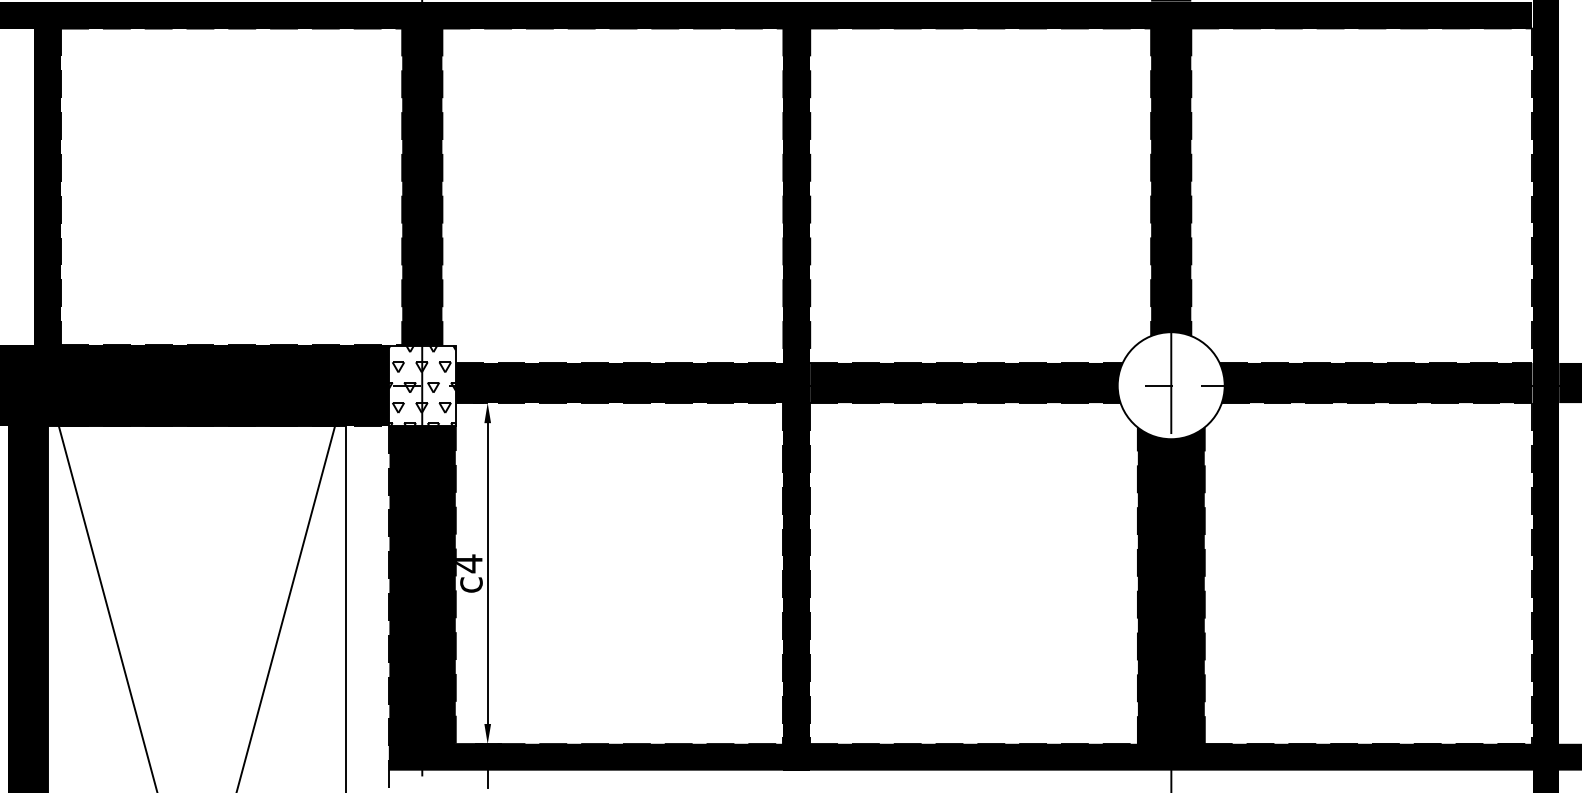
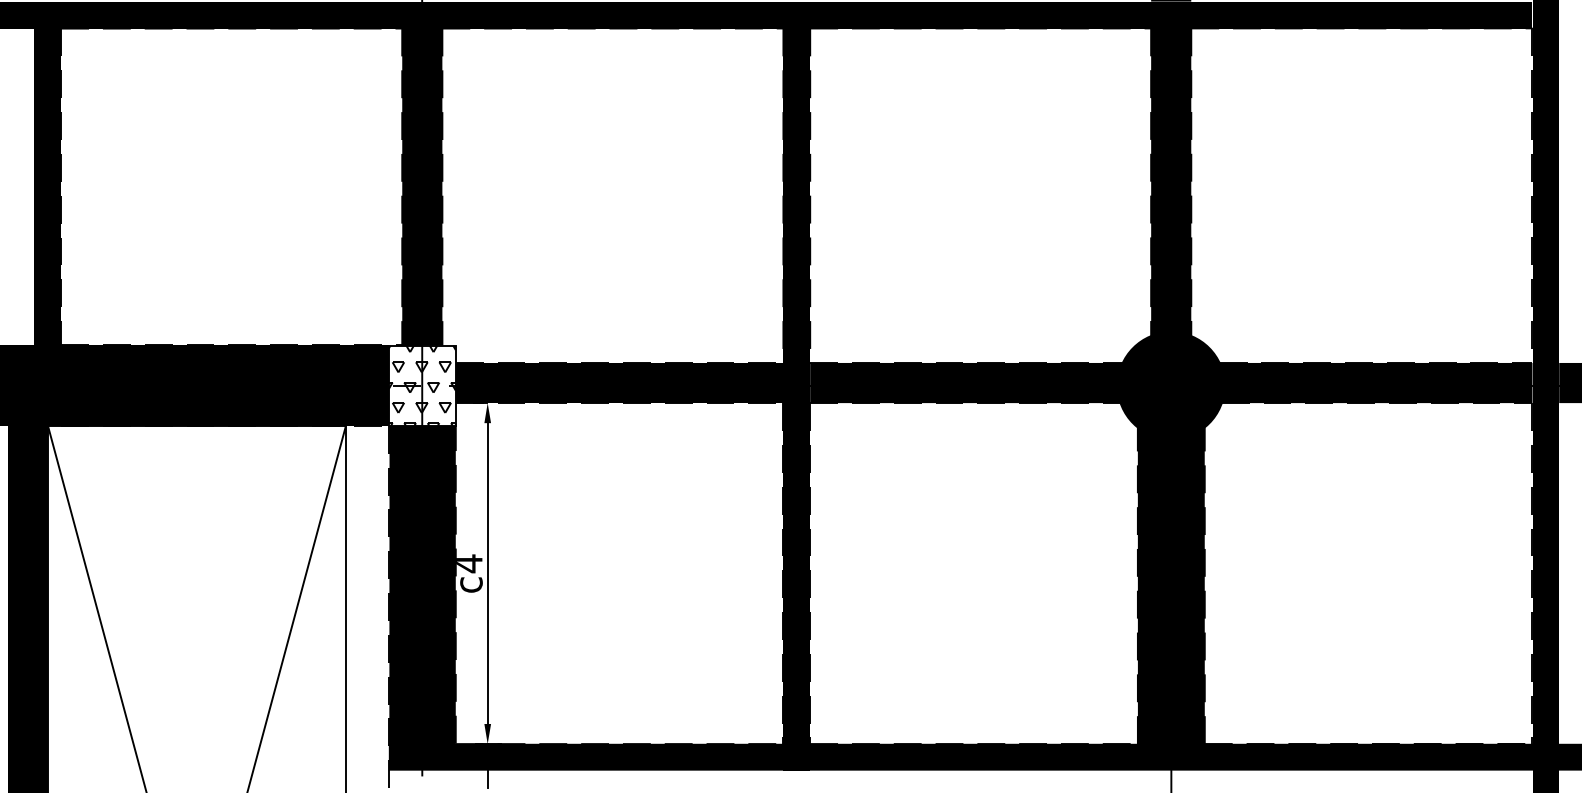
fill at (1170, 385): none -> present
line at (107, 606) position: (107, 606) -> (96, 607)
line at (286, 606) position: (286, 606) -> (296, 607)
